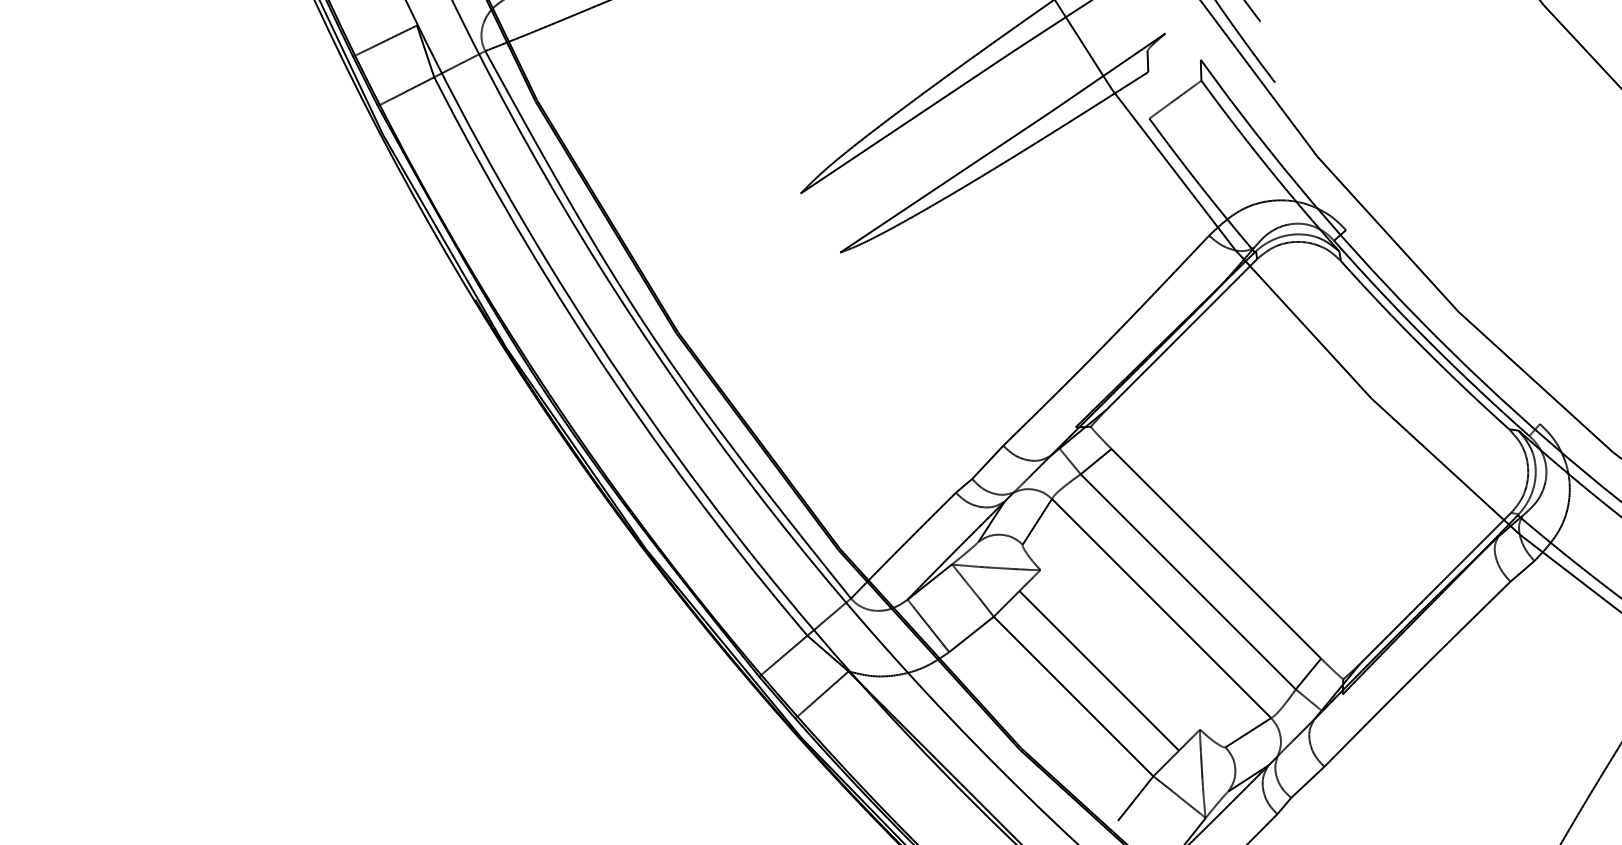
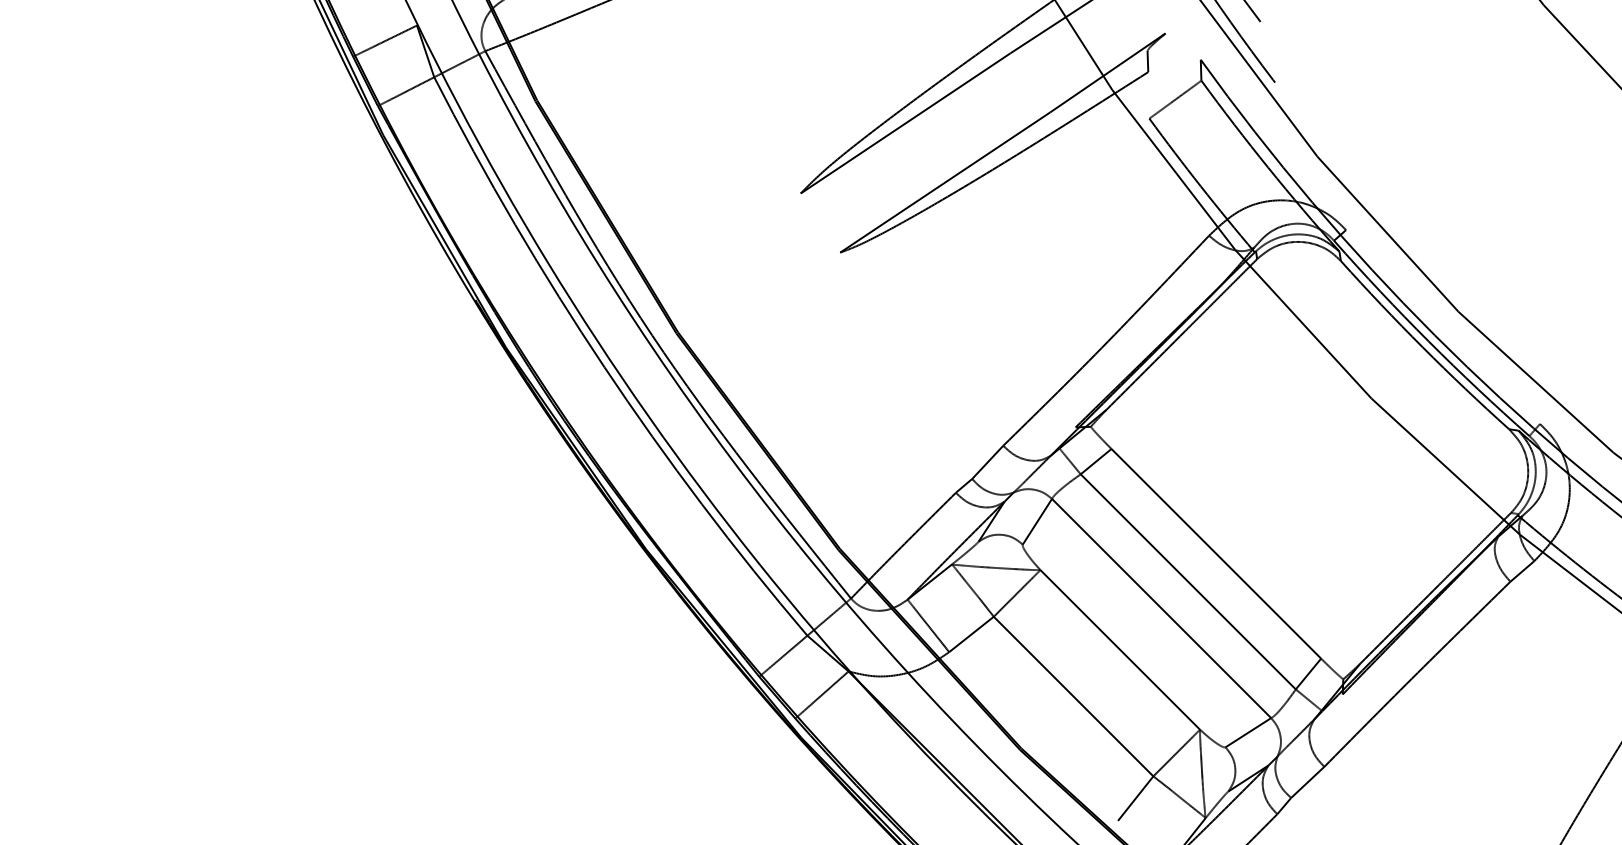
line at (1099, 670) position: (1099, 670) -> (1120, 649)
